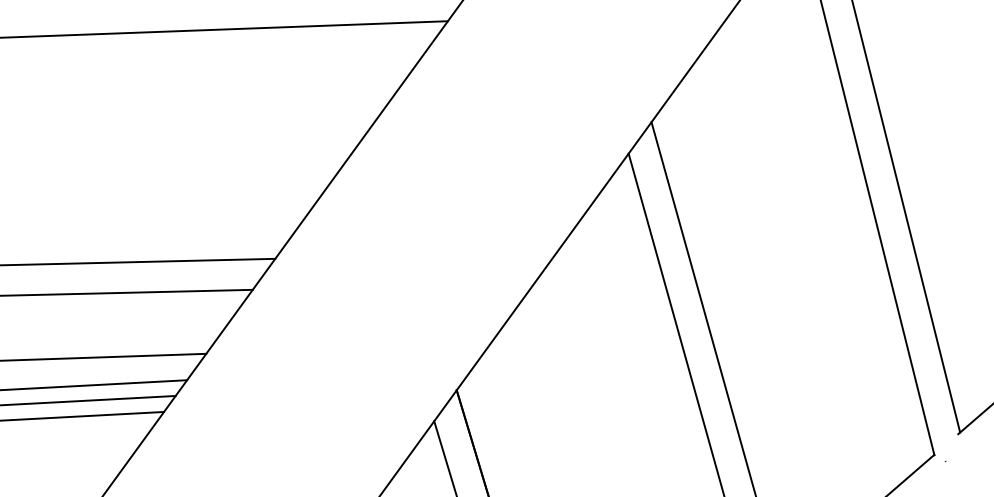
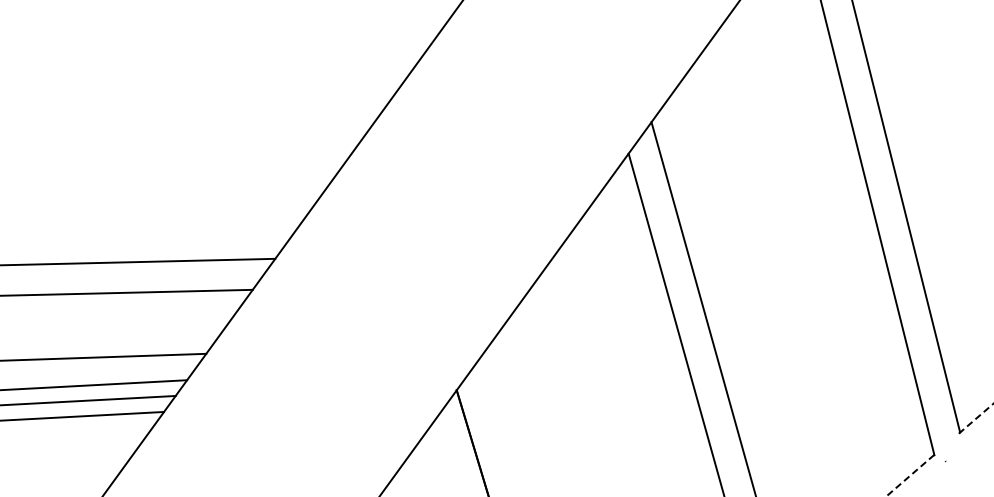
line at (224, 29): present -> none
line at (975, 419): solid -> dashed
line at (444, 457): present -> none
line at (910, 475): solid -> dashed
